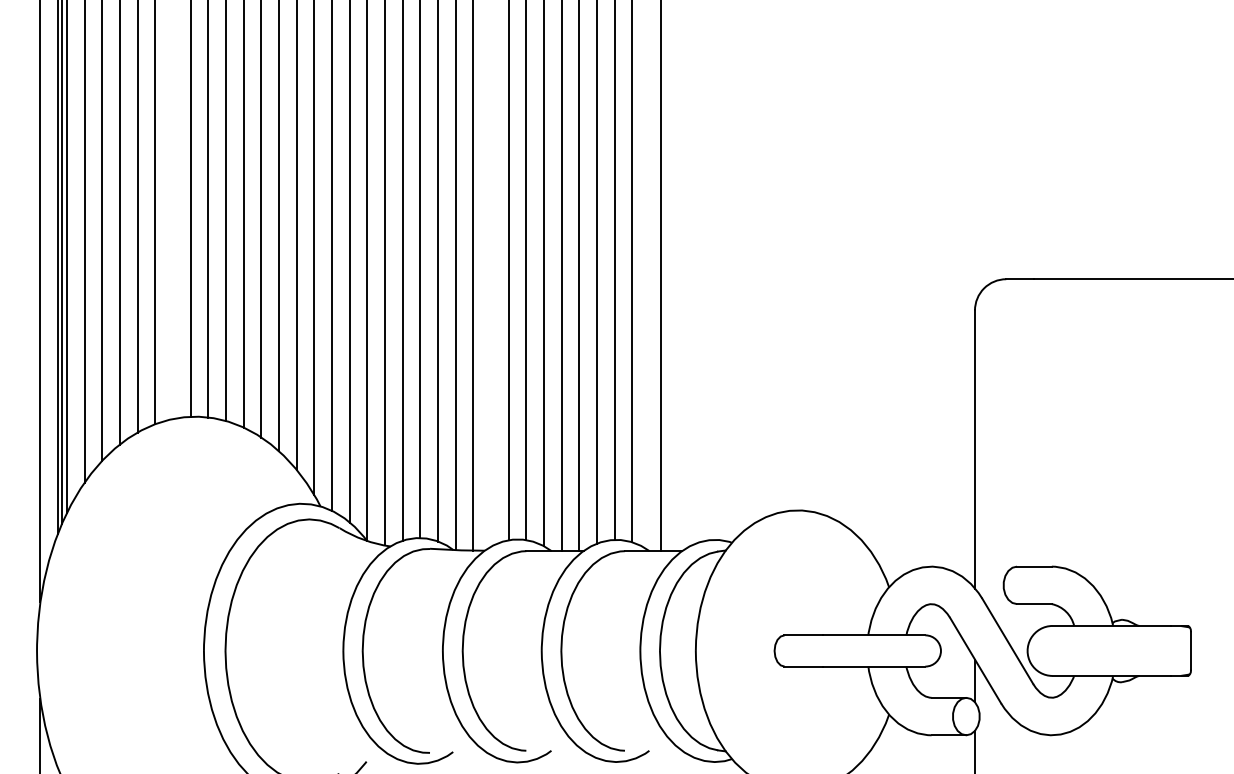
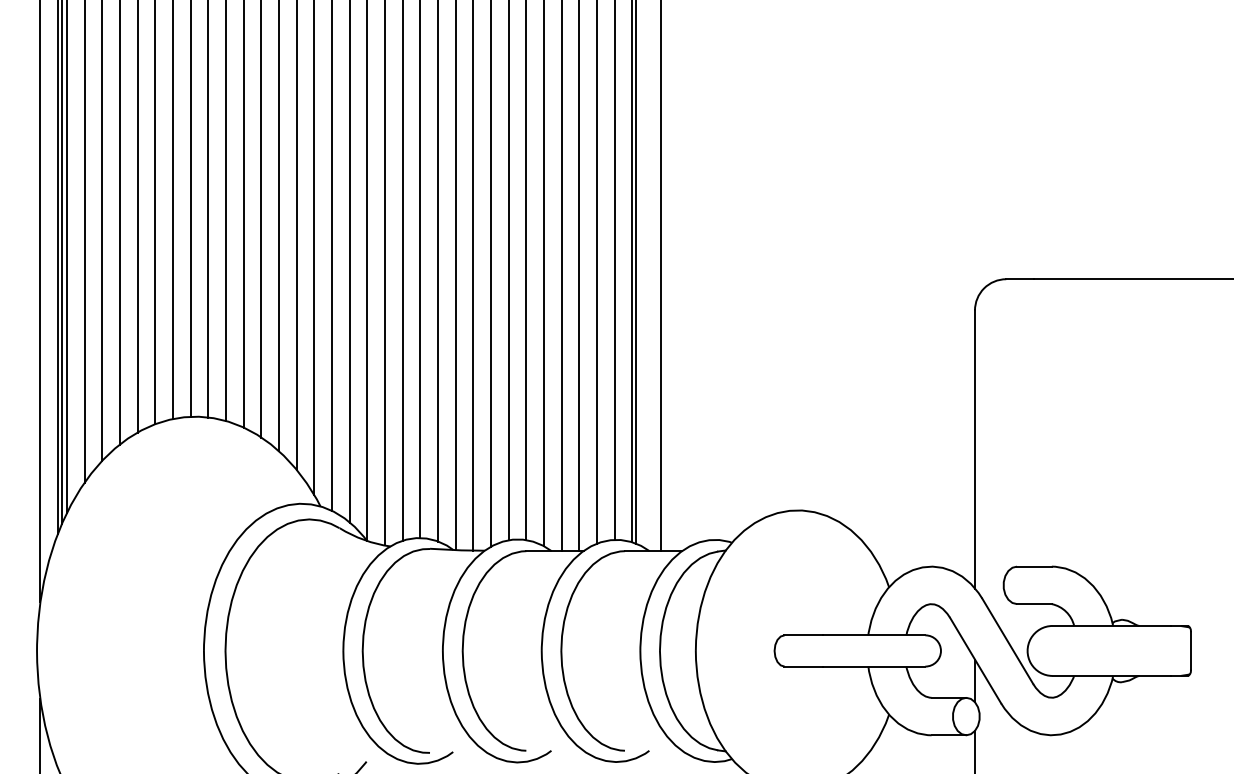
line at (173, 210): none -> present
line at (636, 272): none -> present
line at (491, 274): none -> present
